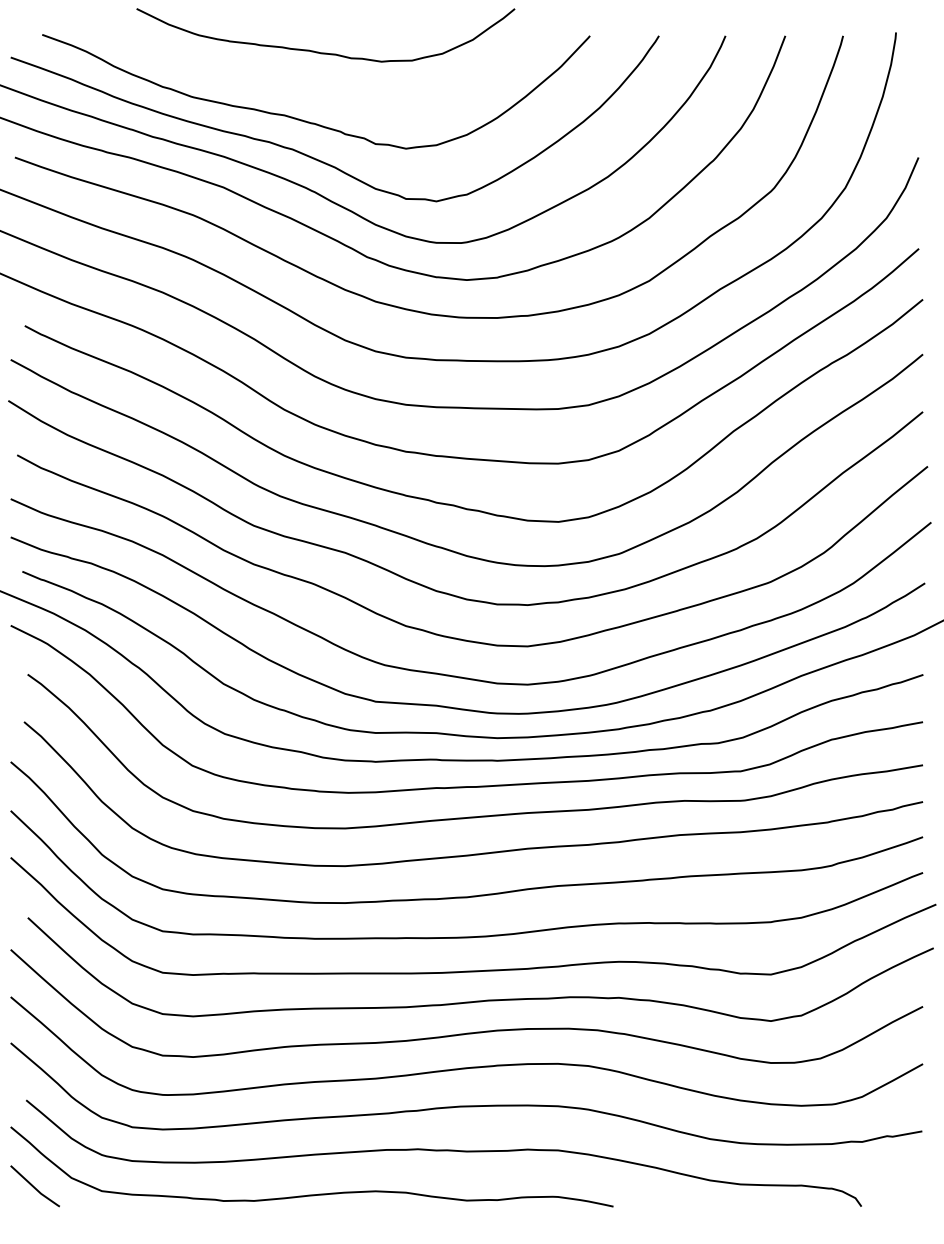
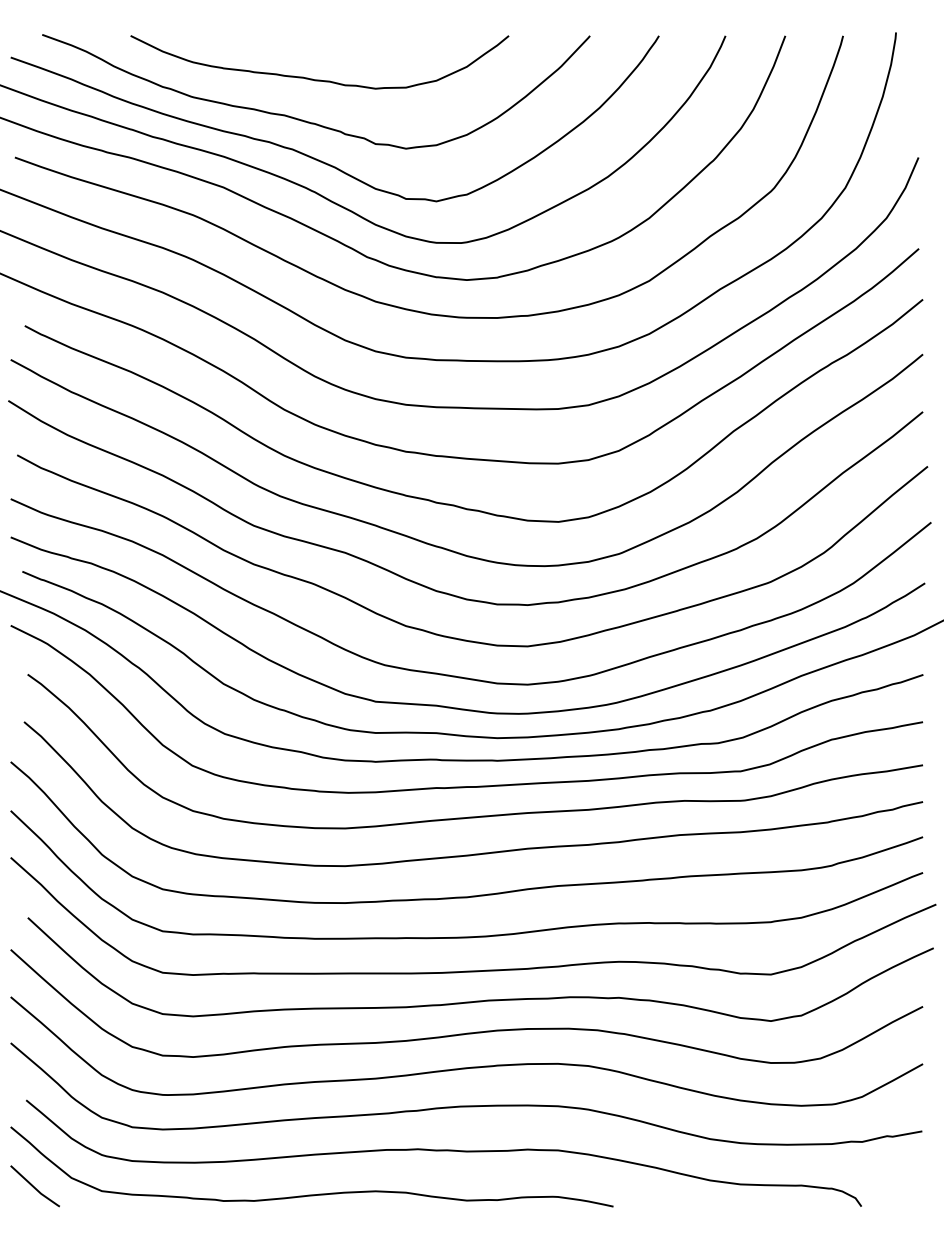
curve at (325, 52) position: (325, 52) -> (319, 79)
